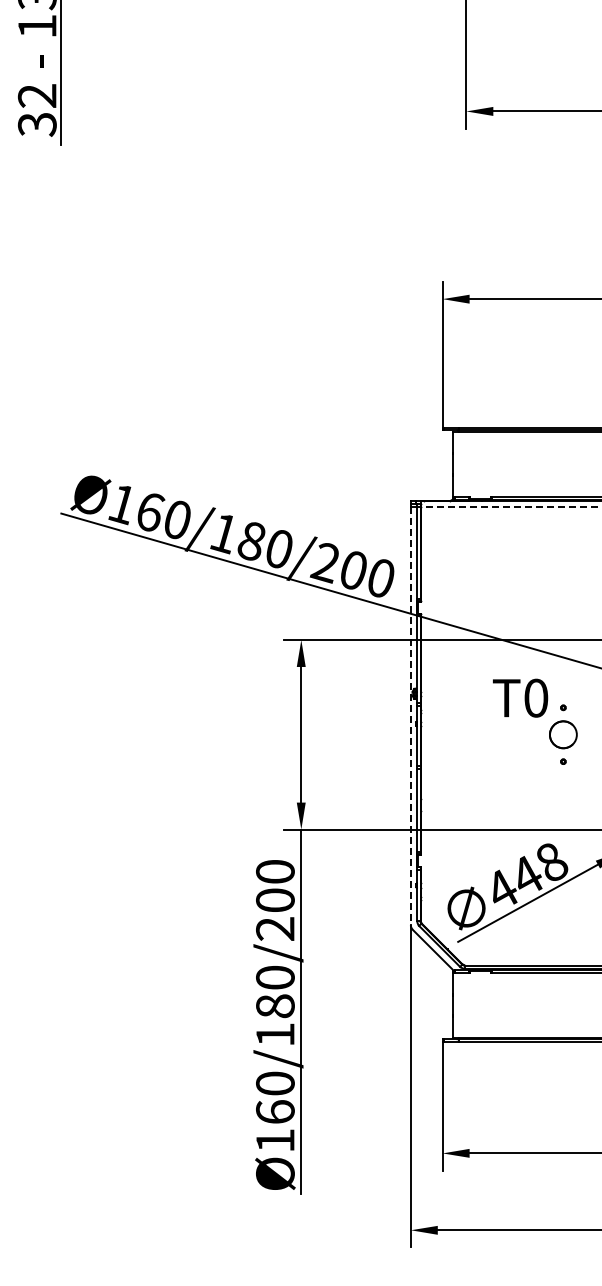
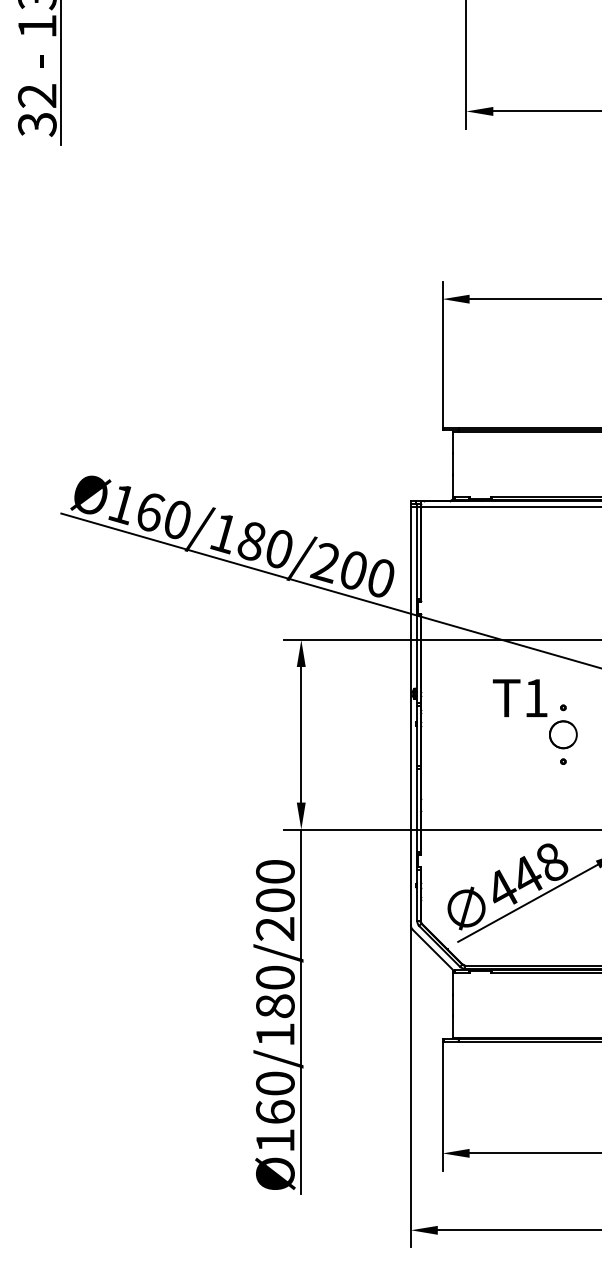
line at (510, 507): dashed -> solid
text at (536, 697): T0 -> T1
line at (410, 716): dashed -> solid
